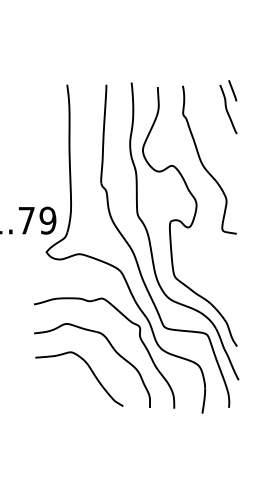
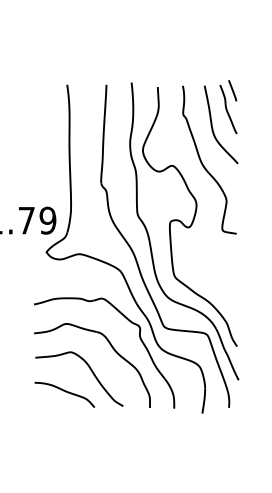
curve at (212, 124): none -> present
curve at (65, 392): none -> present
